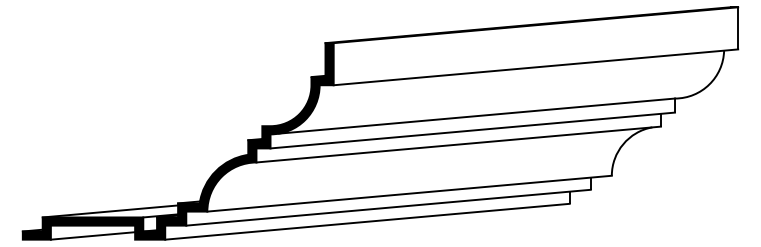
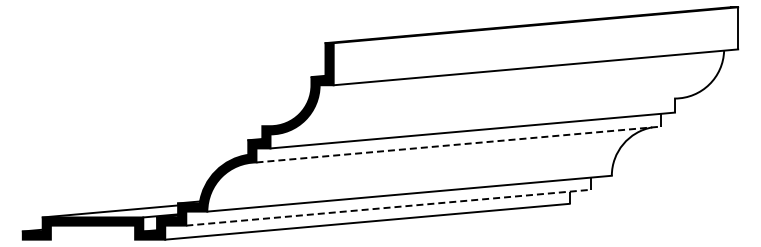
line at (477, 115): present -> none
line at (459, 144): solid -> dashed
line at (389, 207): solid -> dashed
line at (92, 235): present -> none
